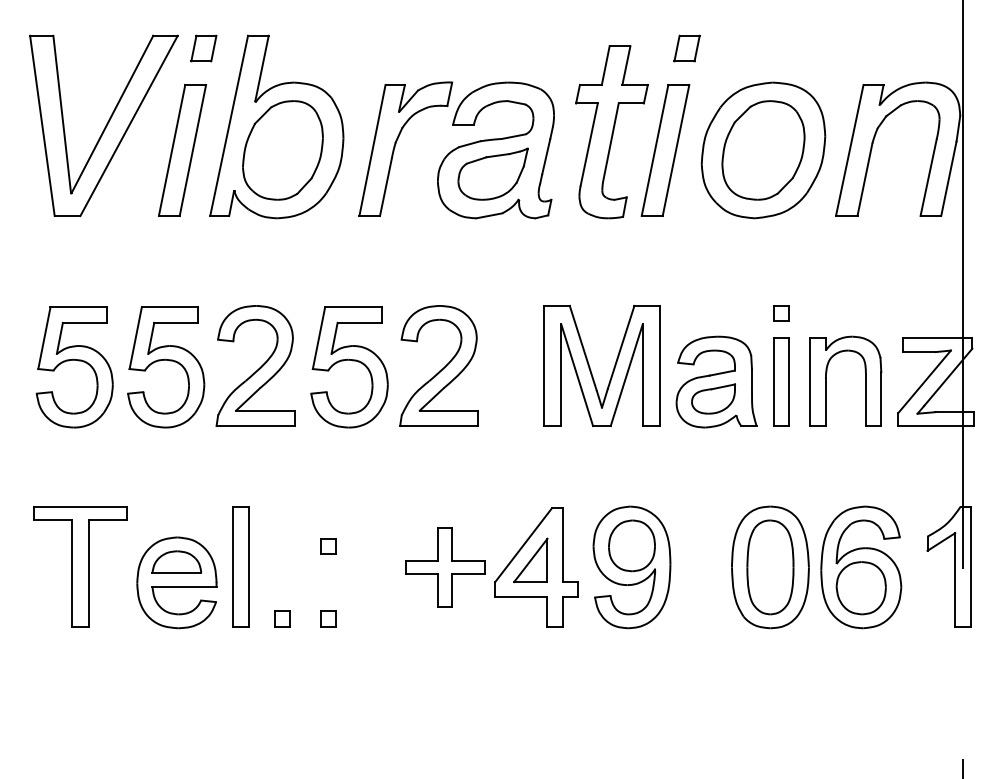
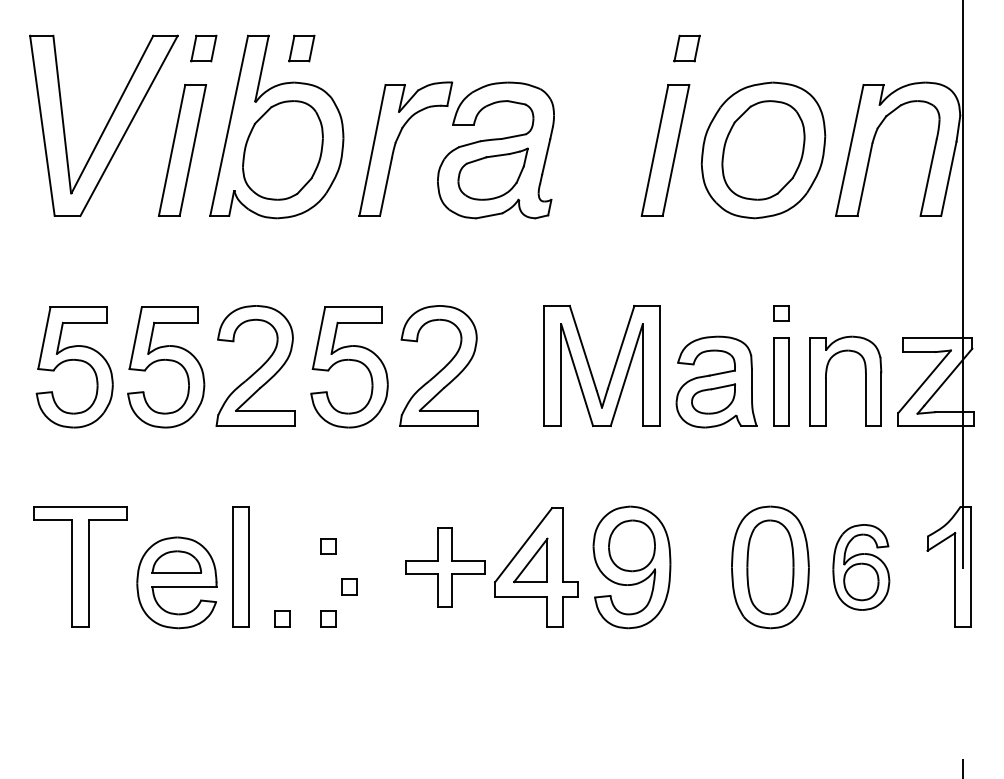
part at (301, 48): none -> present
part at (611, 132): present -> none
part at (861, 567) size: 83x125 px -> 59x87 px
part at (349, 586): none -> present
